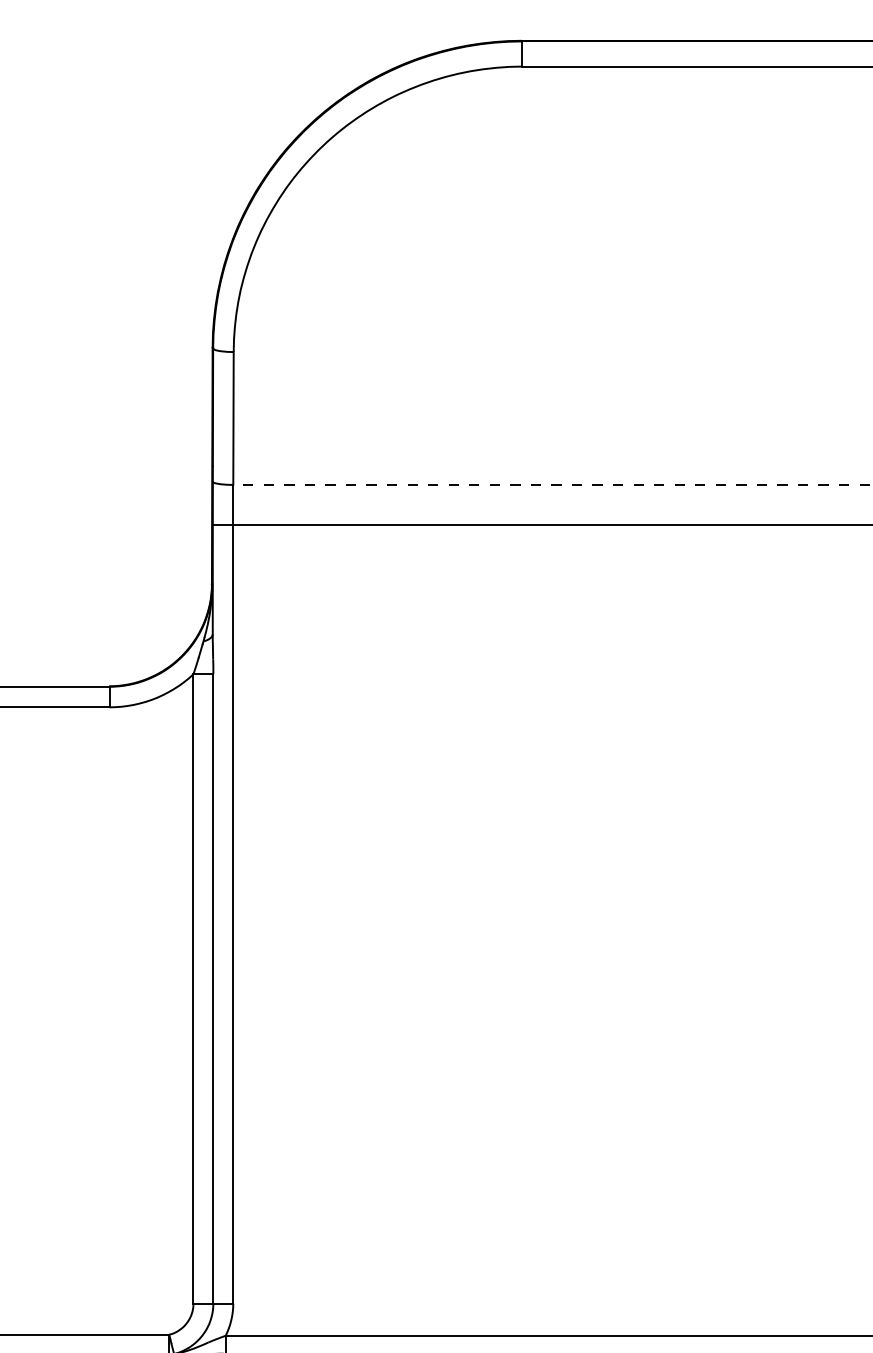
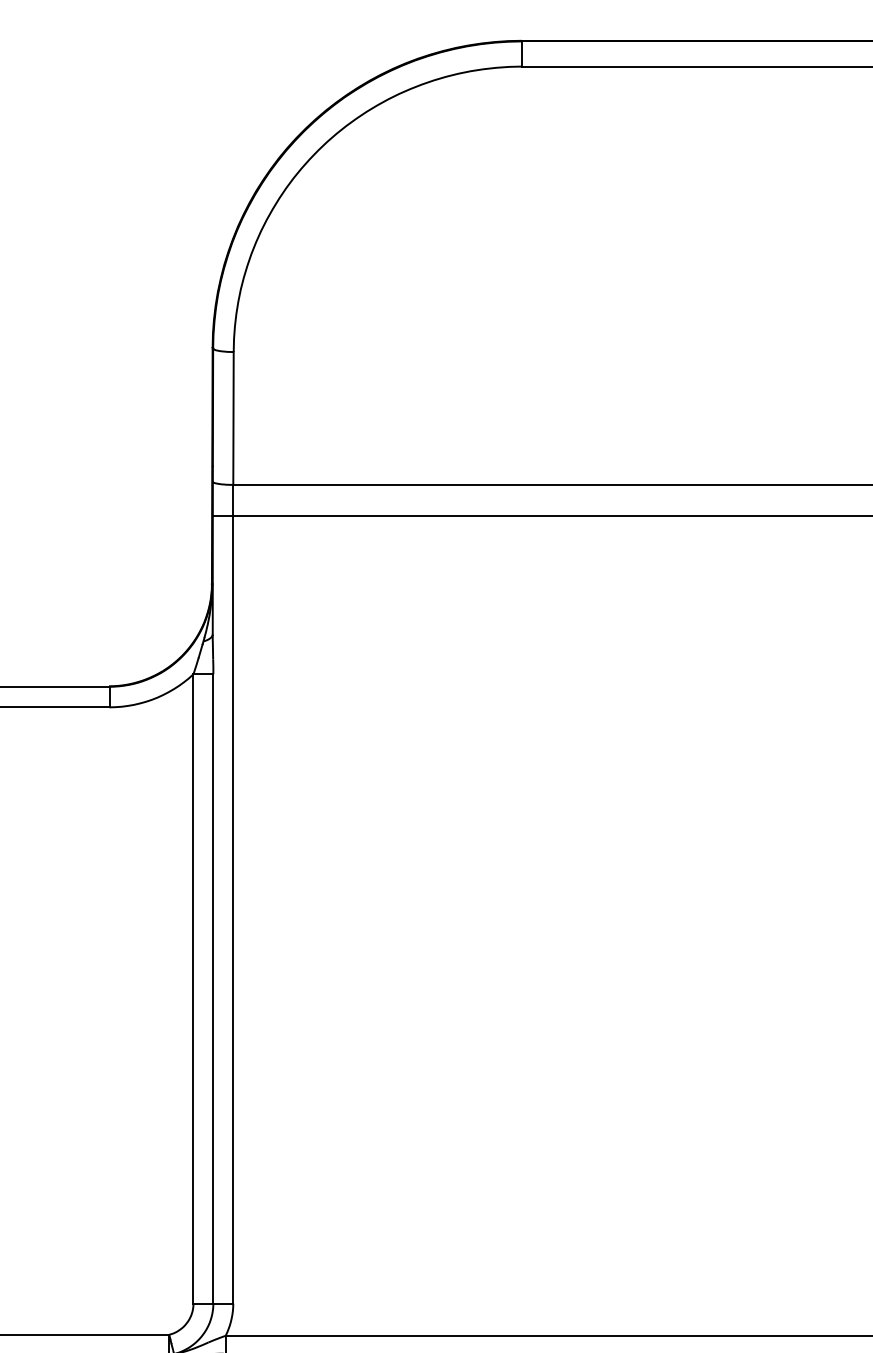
line at (553, 484): dashed -> solid
line at (540, 525) position: (540, 525) -> (540, 516)
